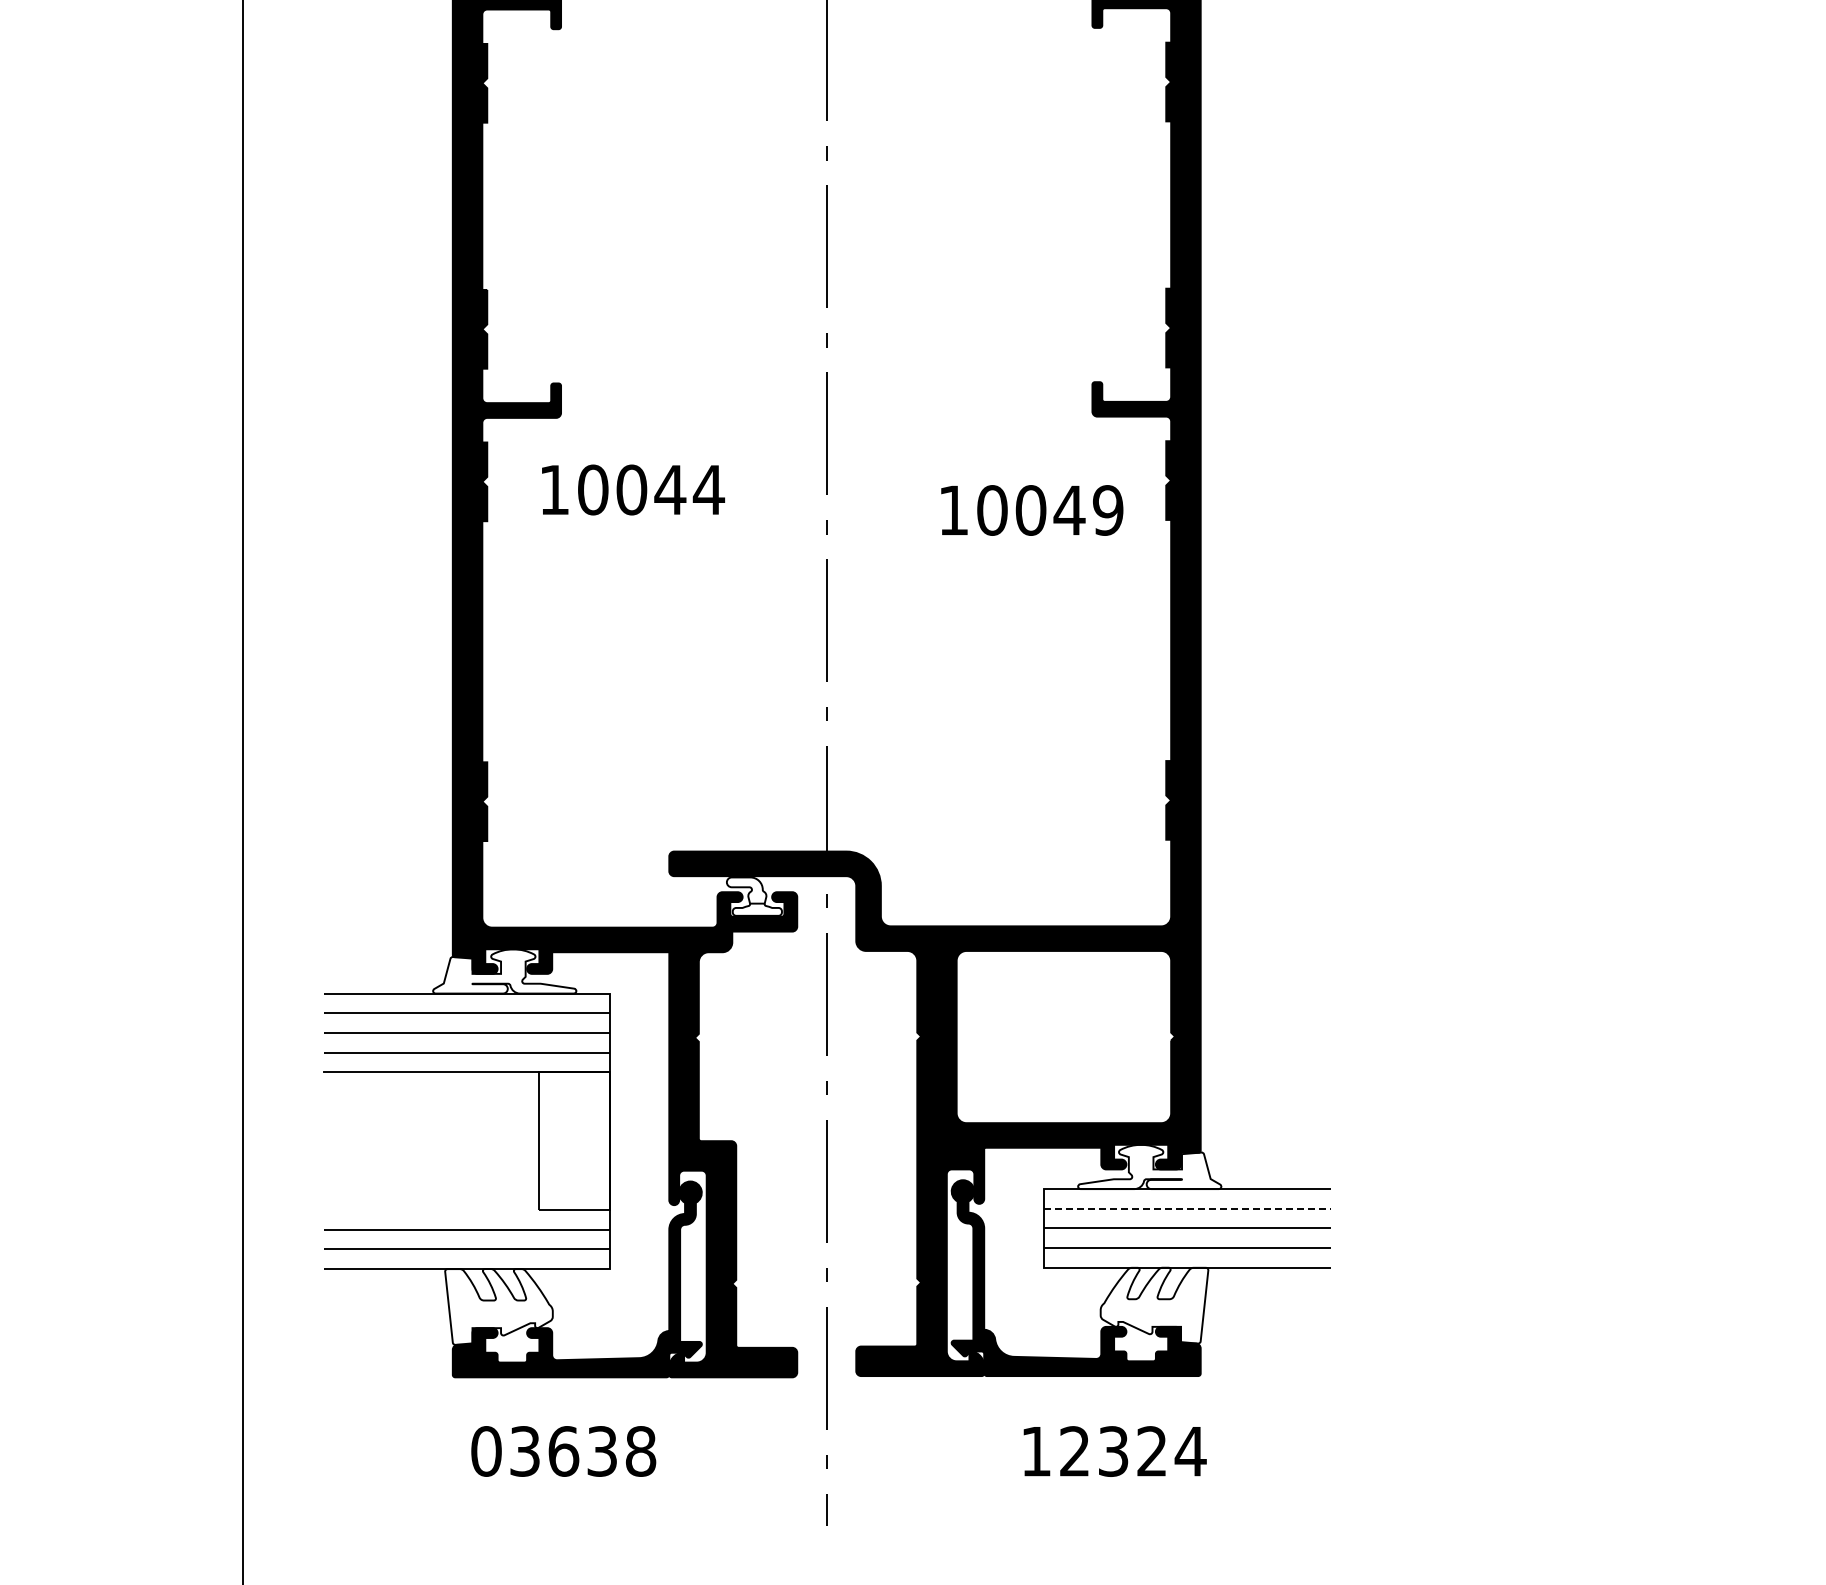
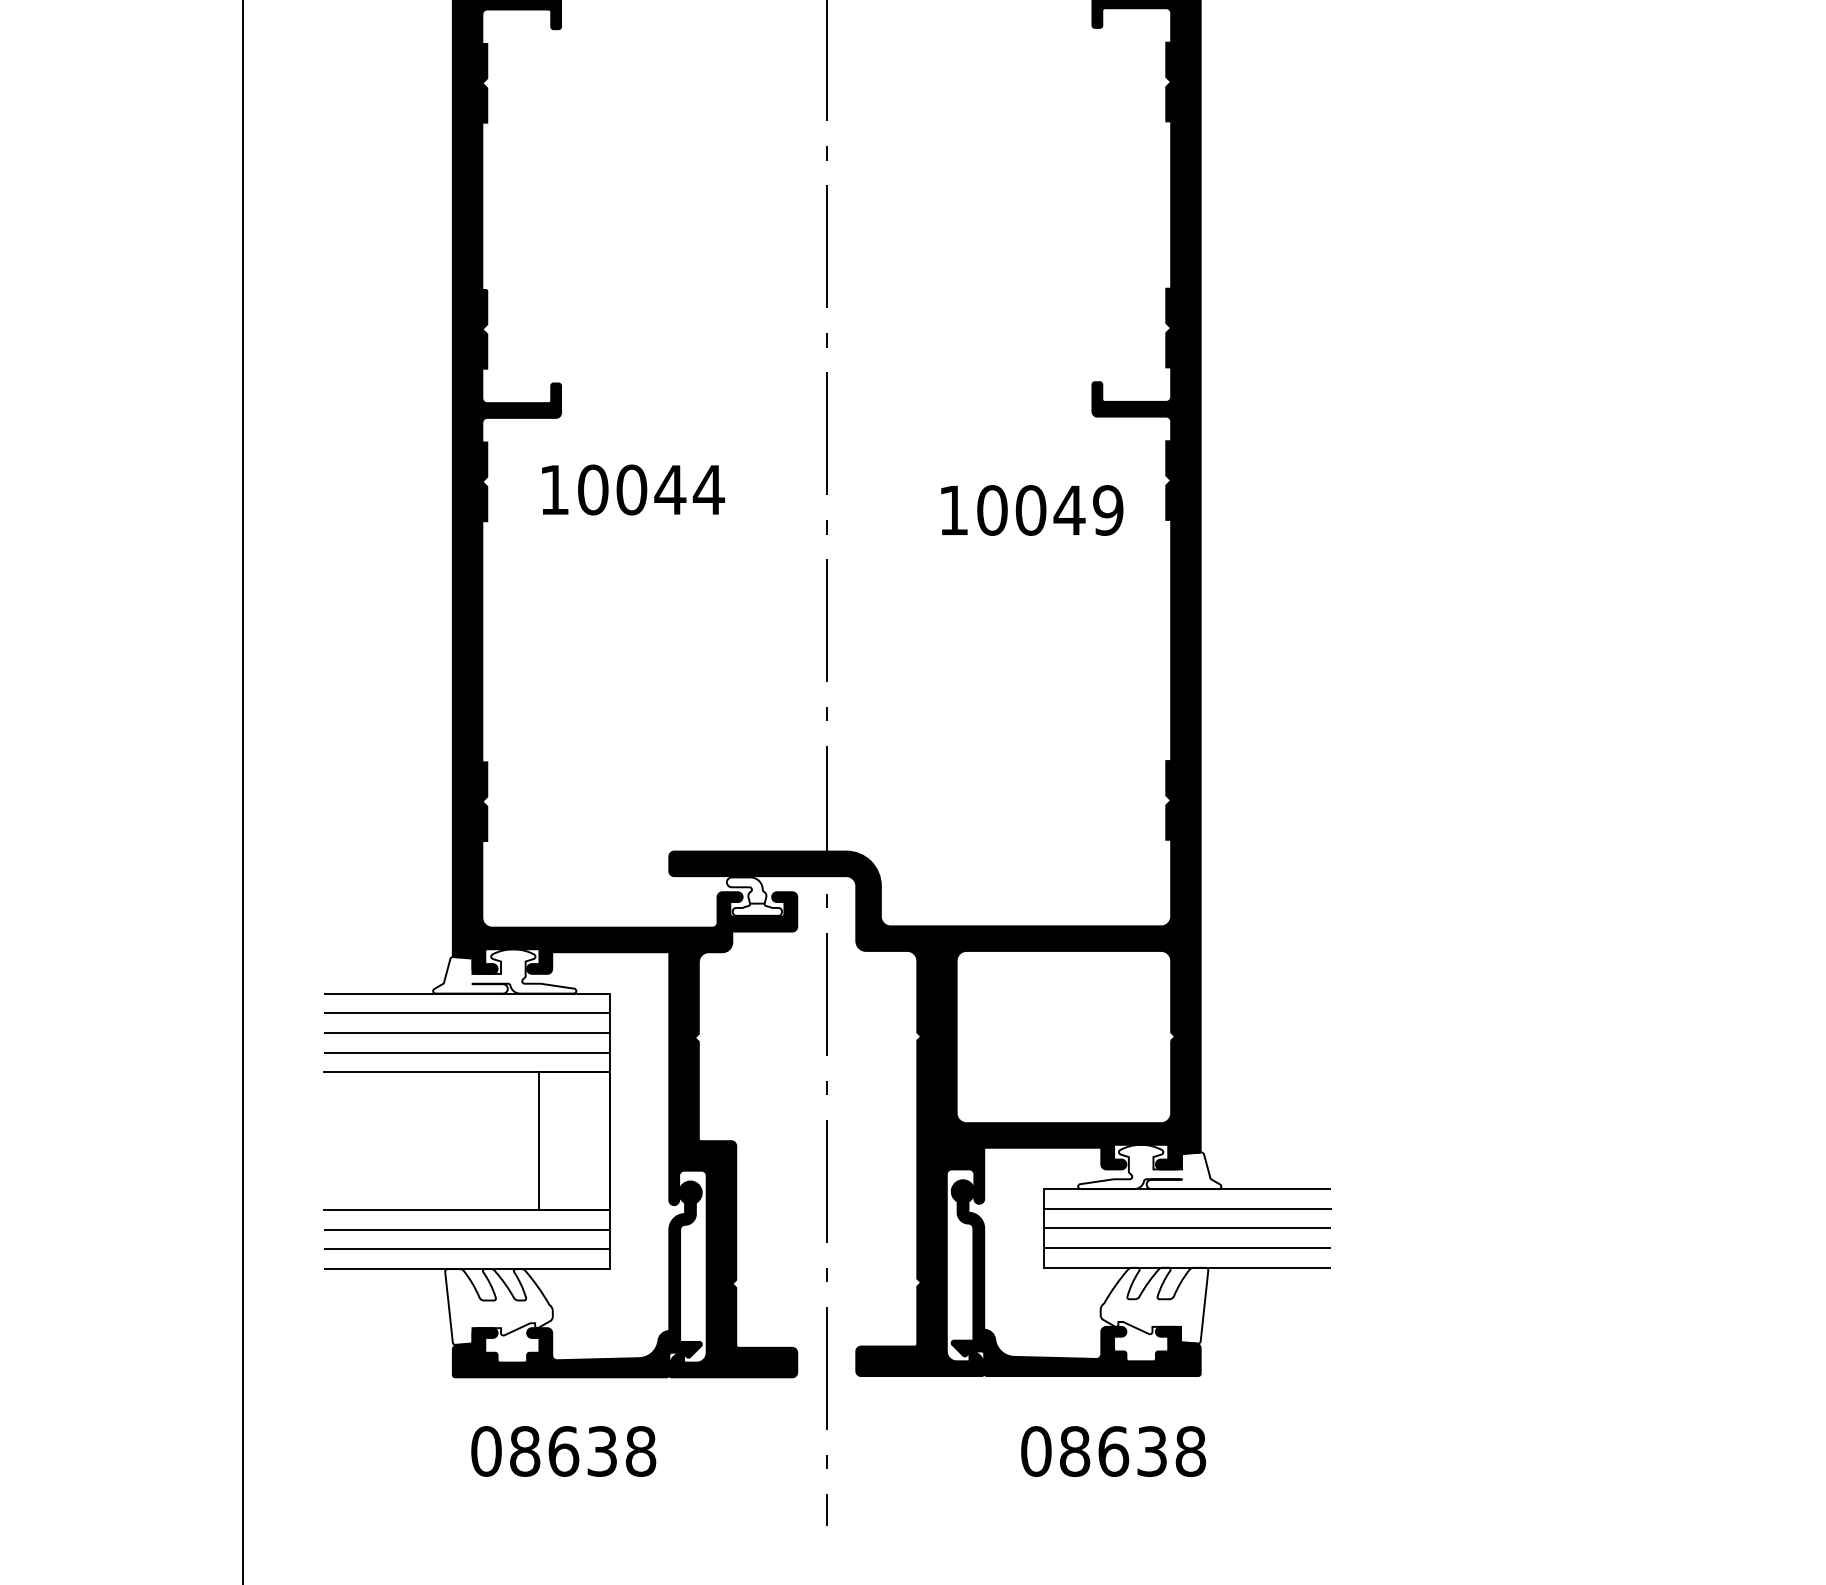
line at (1188, 1208): dashed -> solid
line at (466, 1210): none -> present
text at (525, 1451): 03638 -> 08638
text at (1113, 1451): 12324 -> 08638
